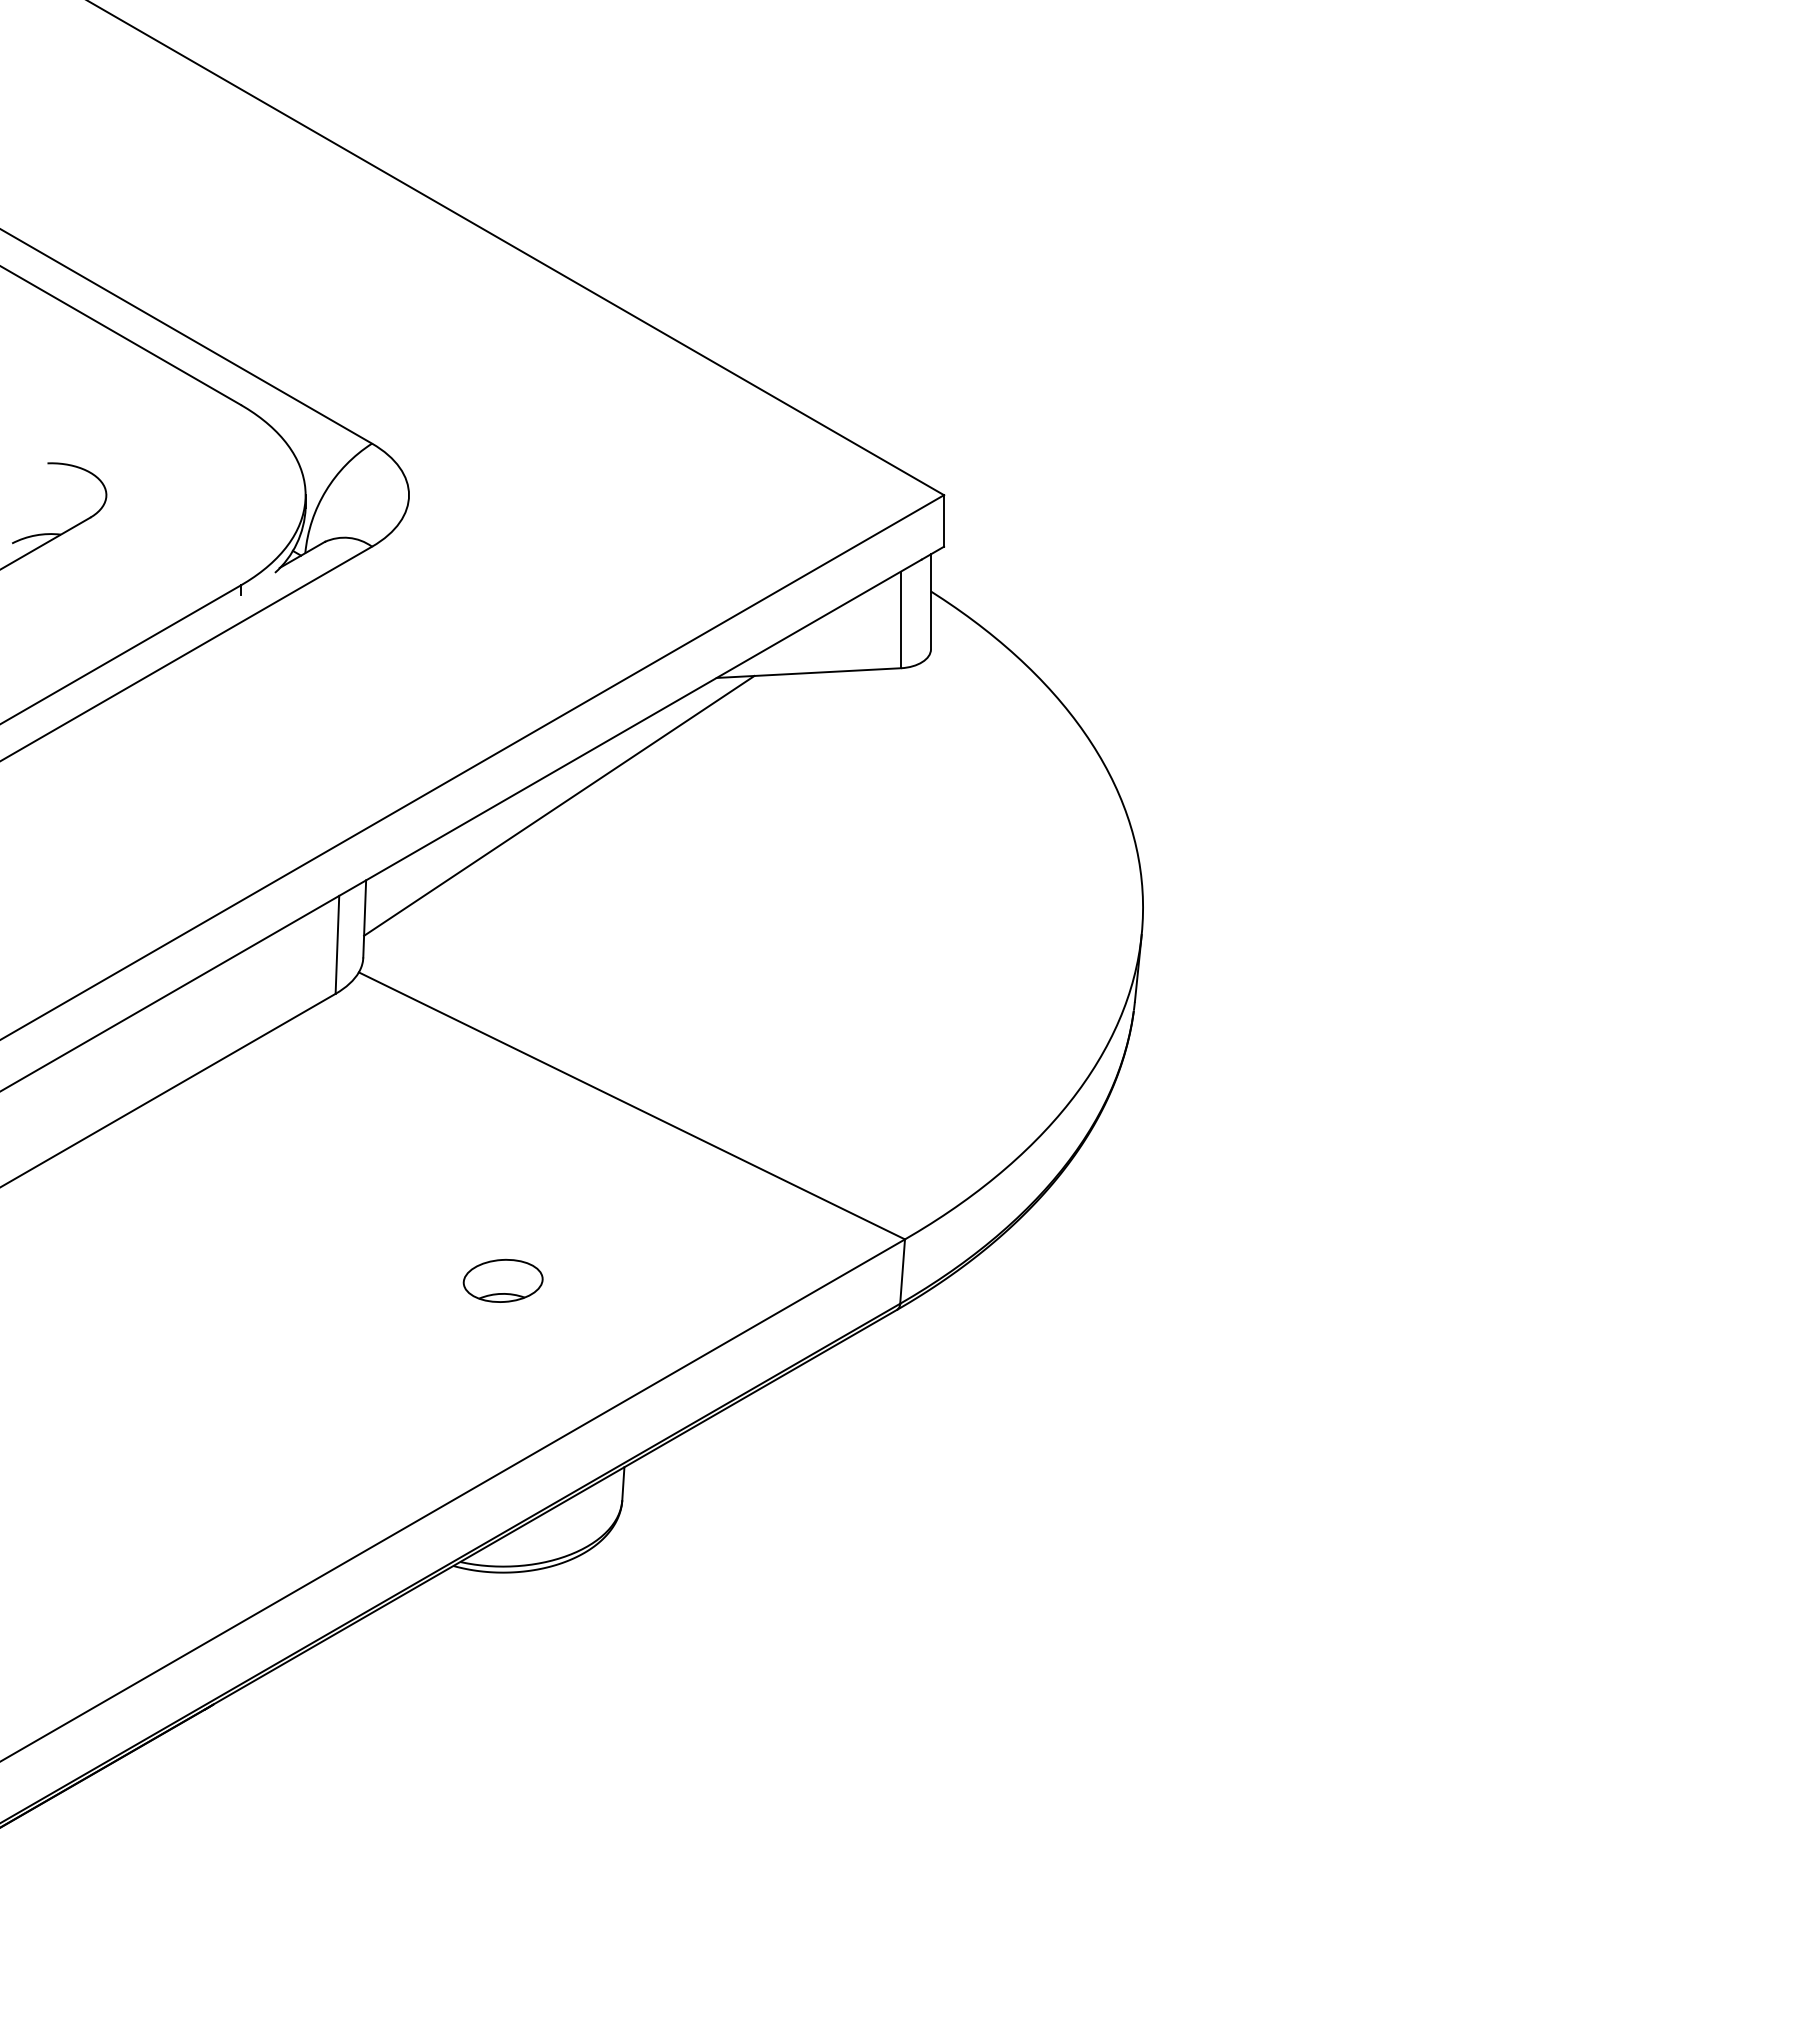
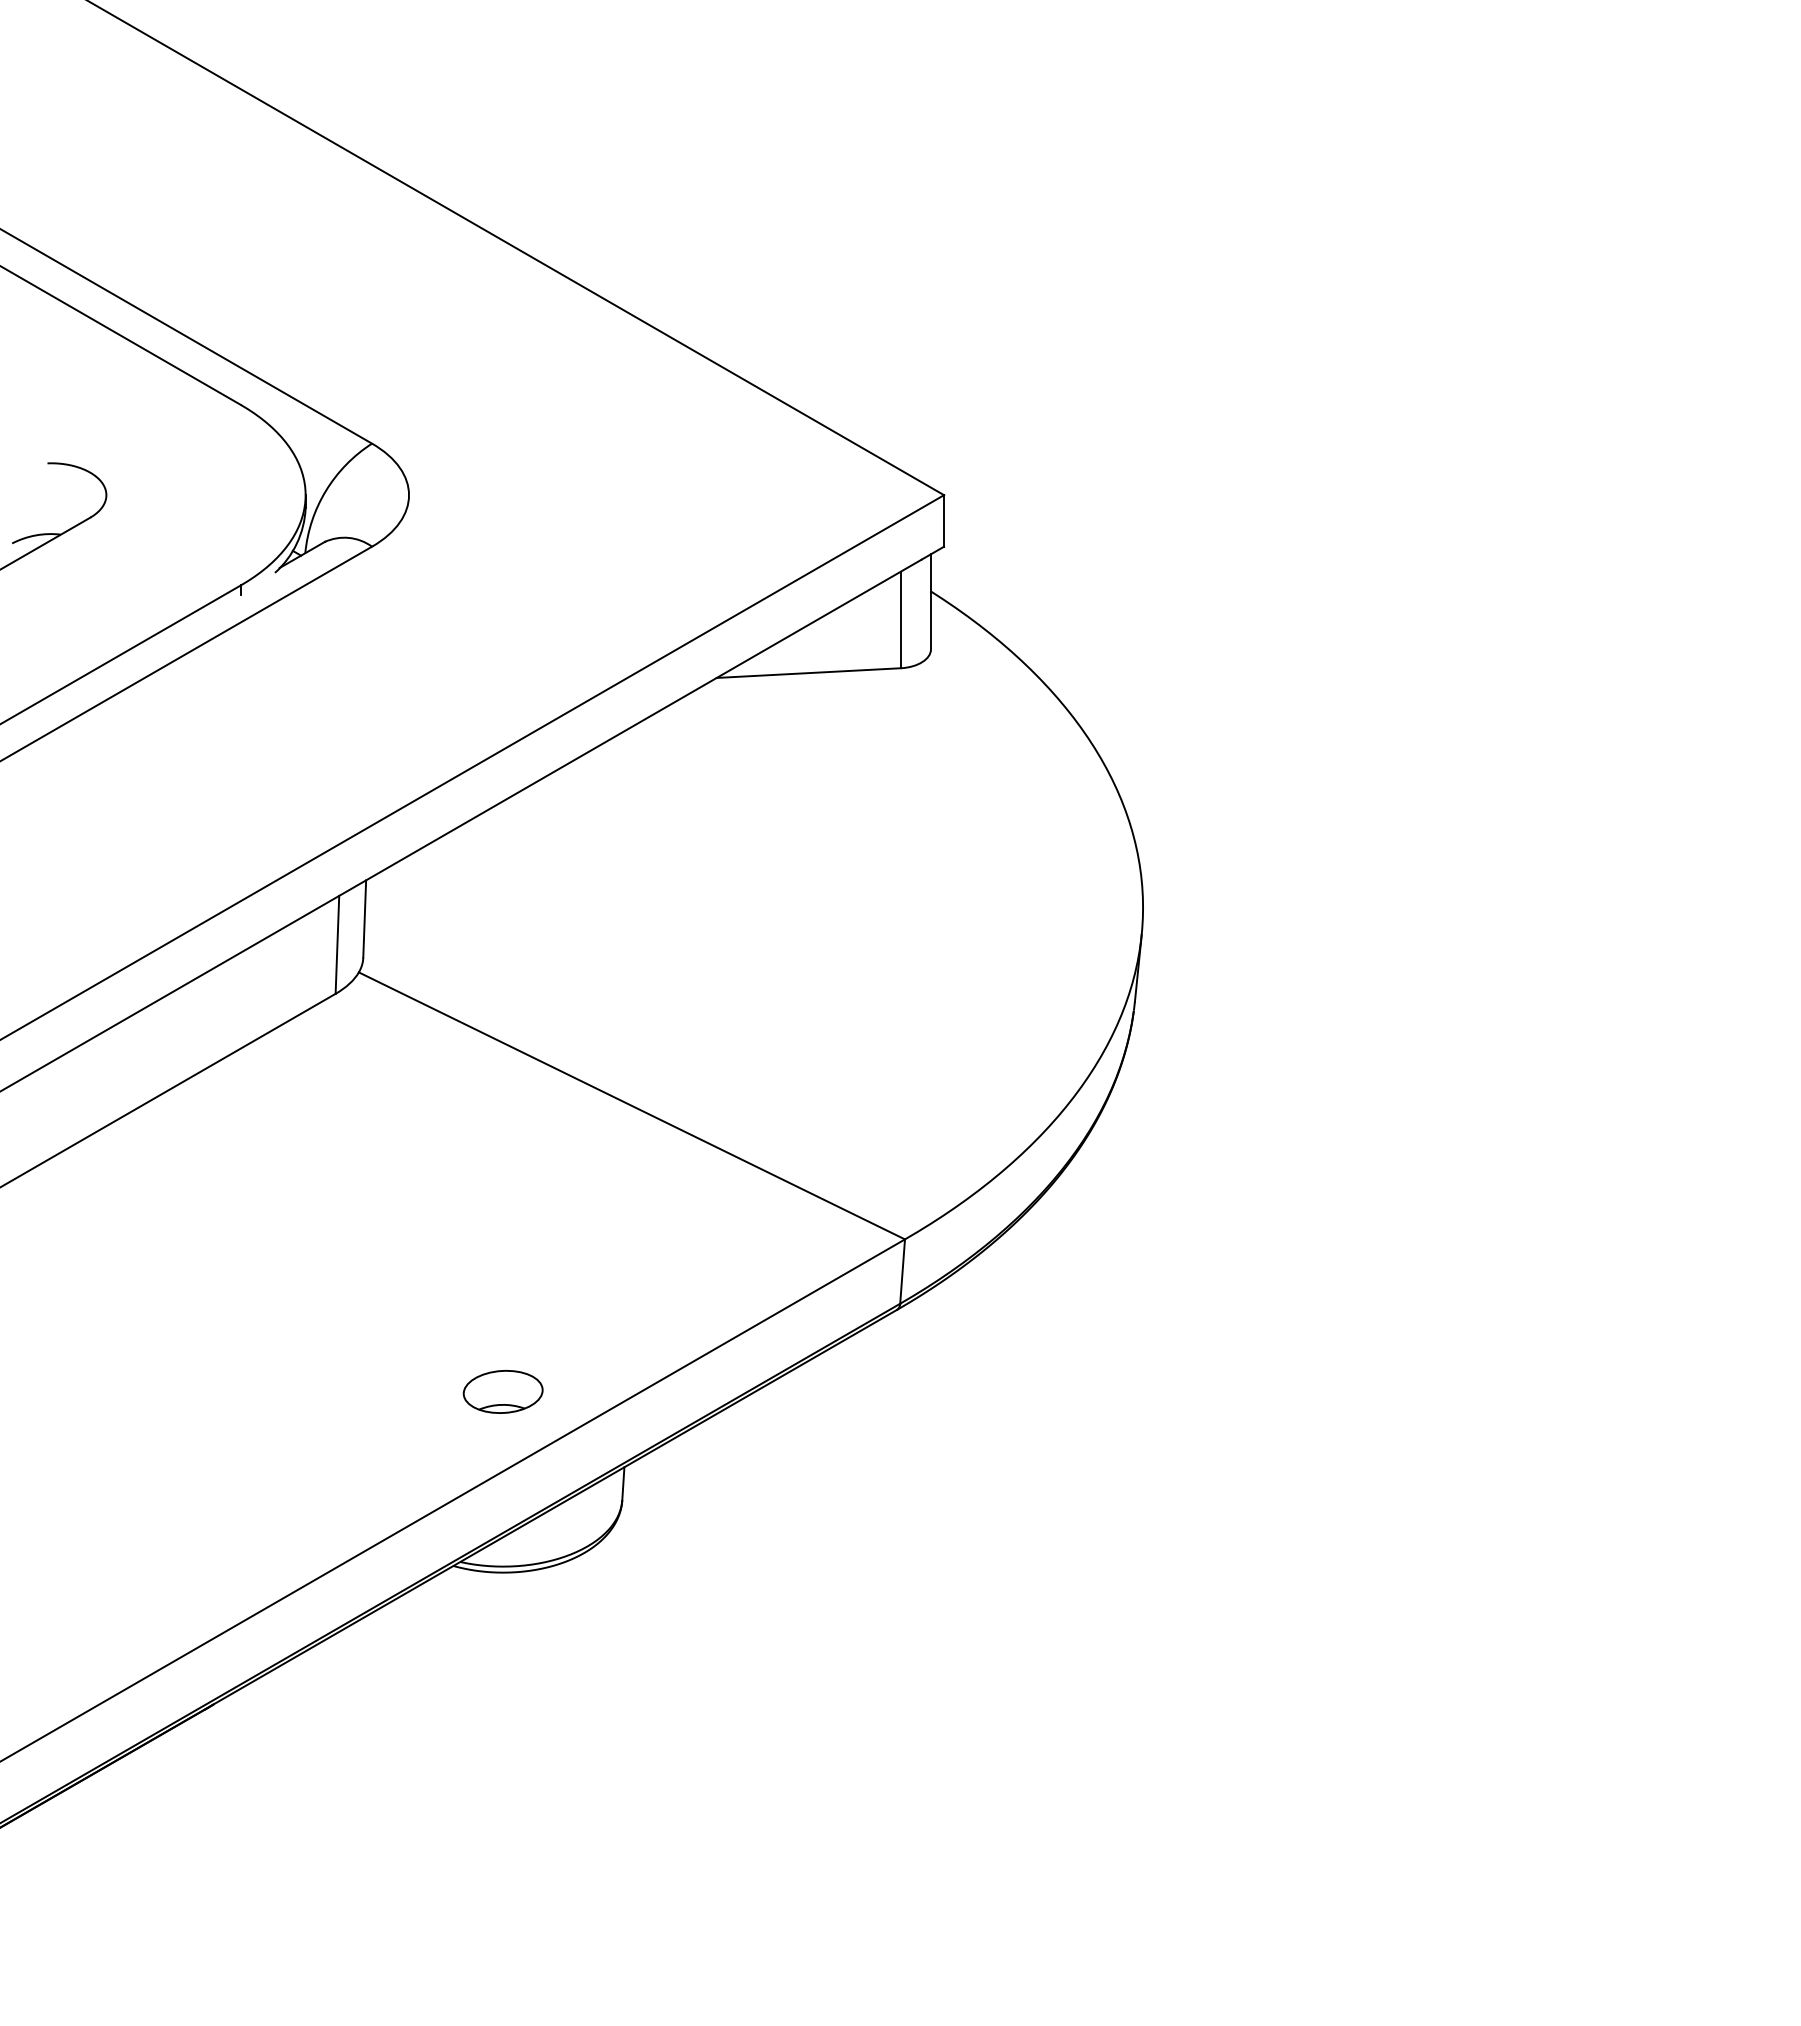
line at (559, 805): present -> none
part at (502, 1280) position: (502, 1280) -> (502, 1391)
